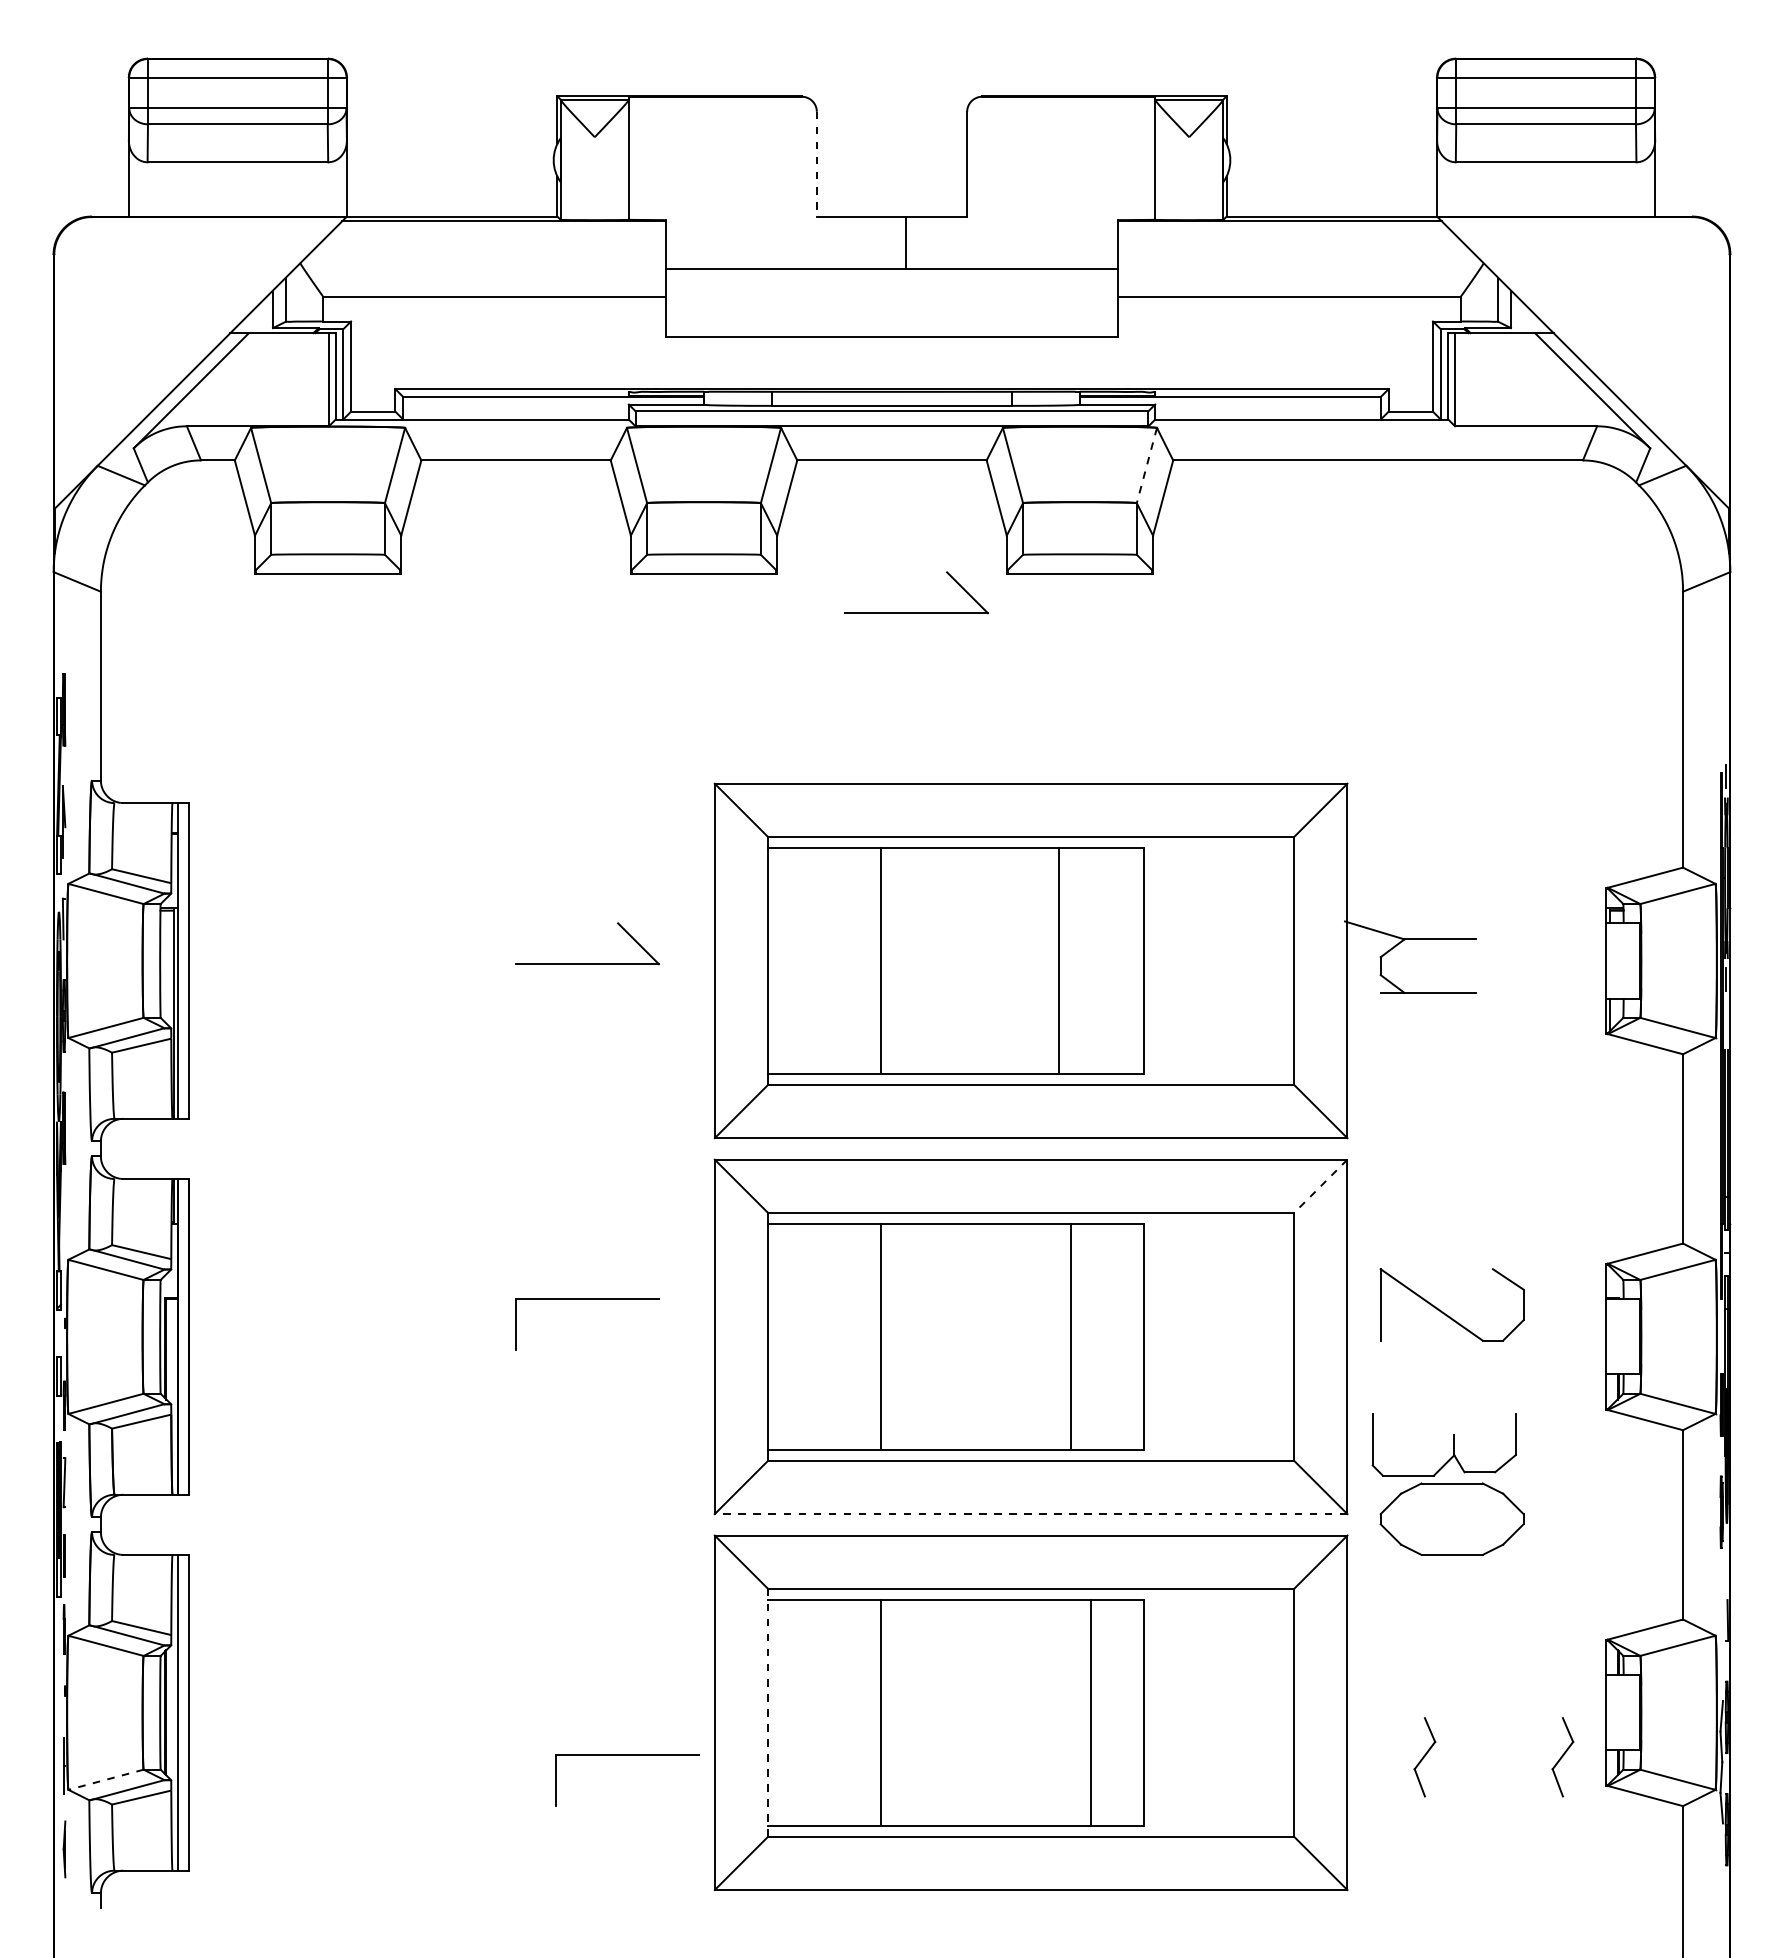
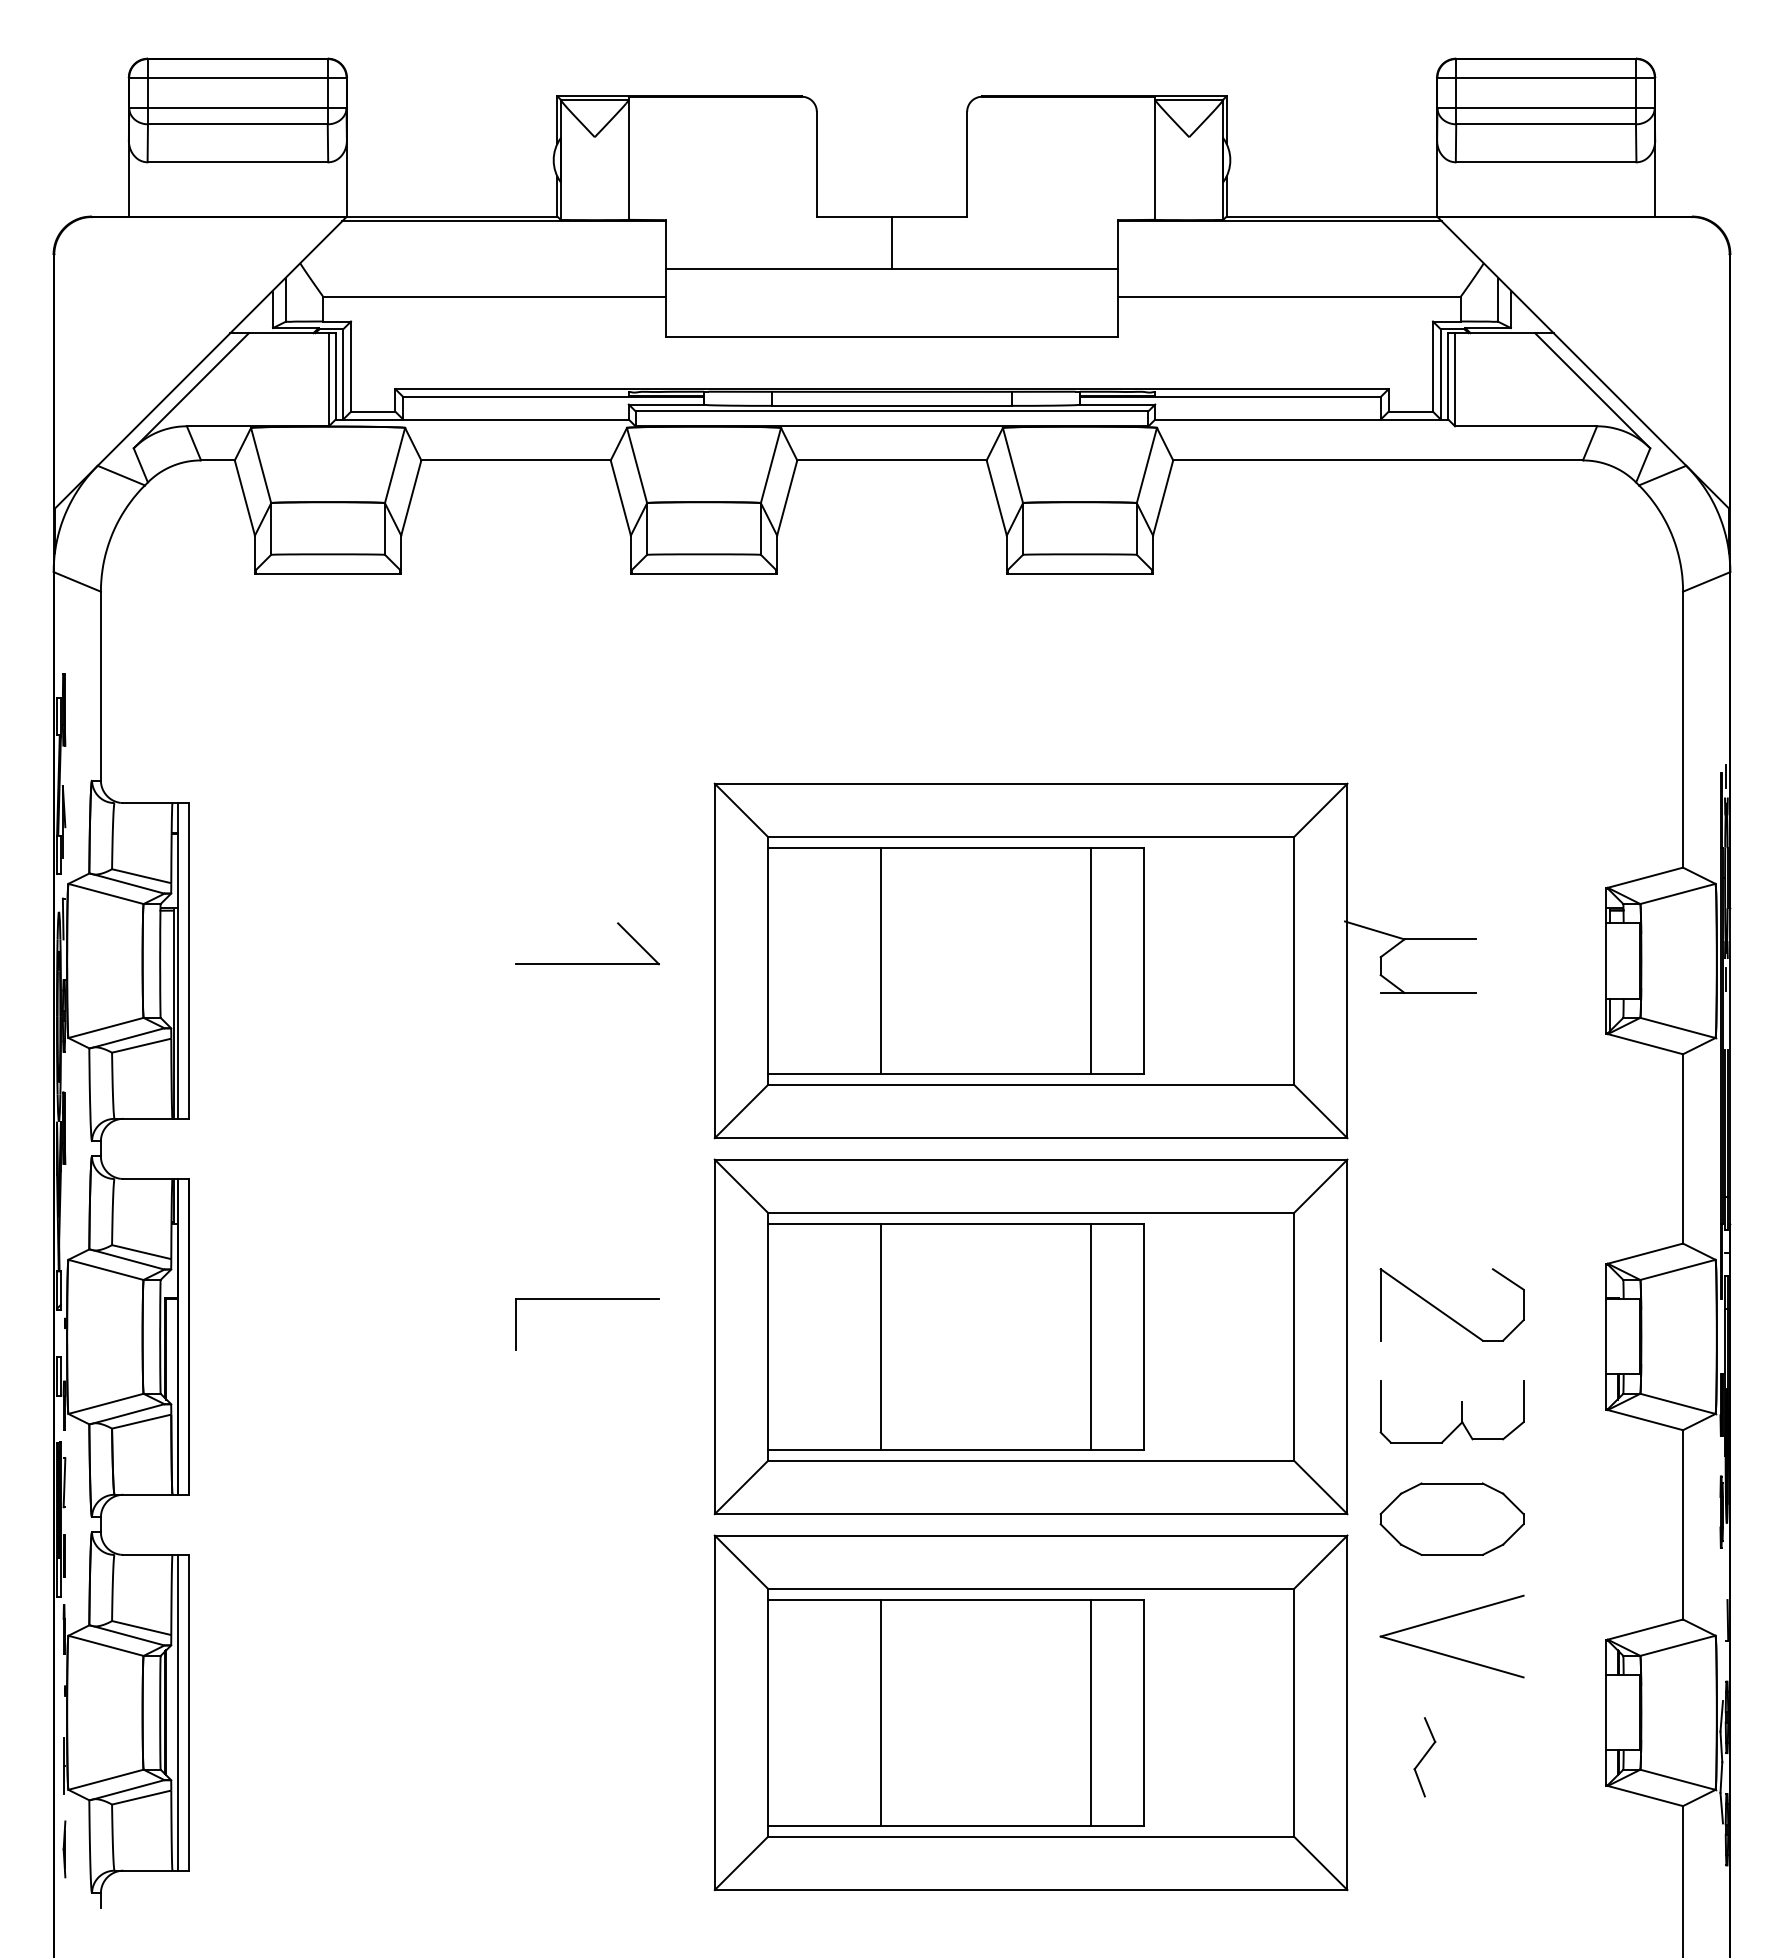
line at (816, 164): dashed -> solid
line at (906, 242) position: (906, 242) -> (892, 242)
line at (1146, 465): dashed -> solid
part at (916, 612): present -> none
line at (1059, 960) position: (1059, 960) -> (1091, 960)
line at (1320, 1186): dashed -> solid
line at (1071, 1336) position: (1071, 1336) -> (1091, 1336)
part at (1453, 1444) position: (1453, 1444) -> (1461, 1411)
line at (1030, 1514): dashed -> solid
part at (1448, 1618): none -> present
line at (767, 1712): dashed -> solid
part at (627, 1755): present -> none
part at (1562, 1757): present -> none
line at (106, 1779): dashed -> solid
